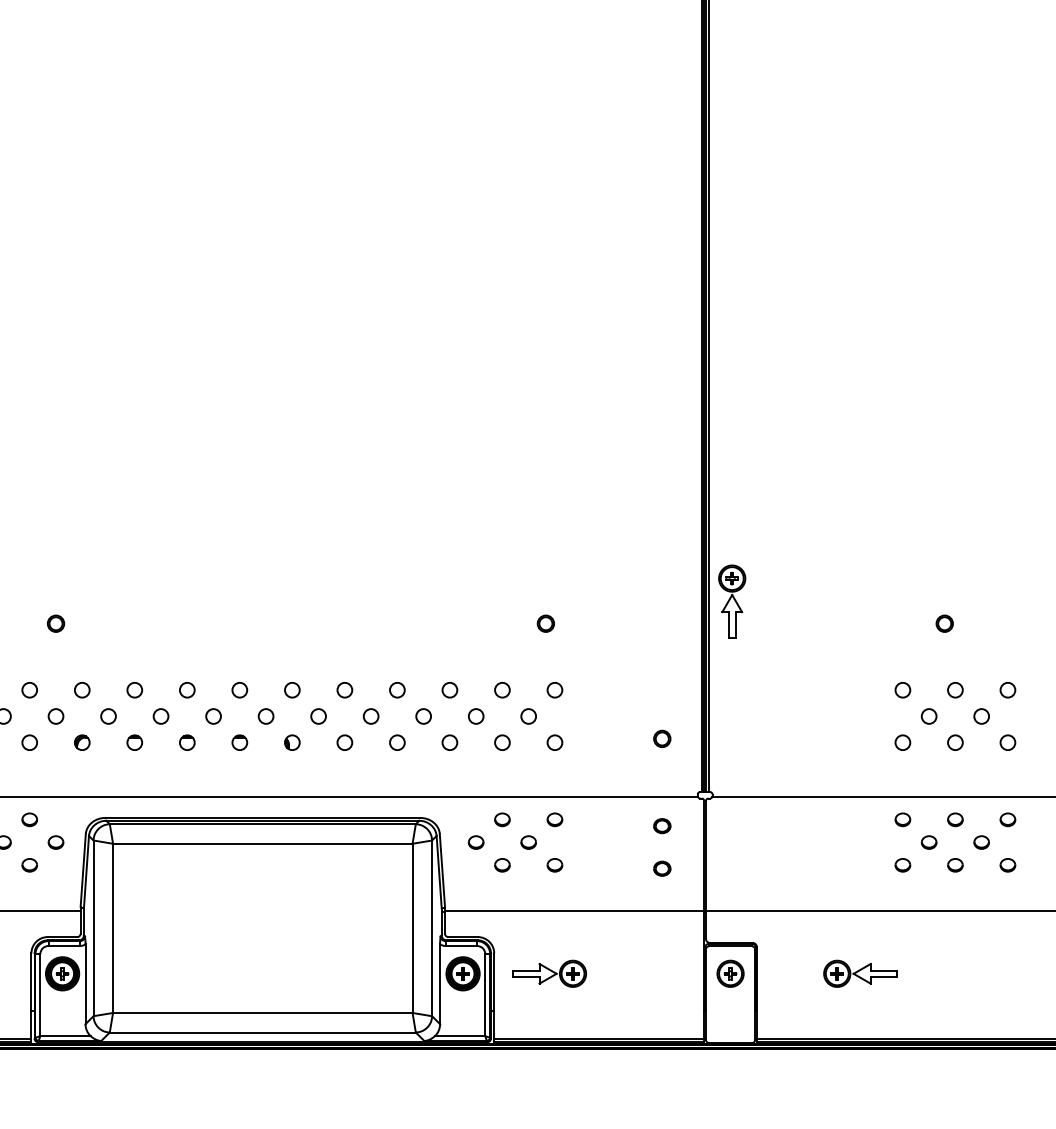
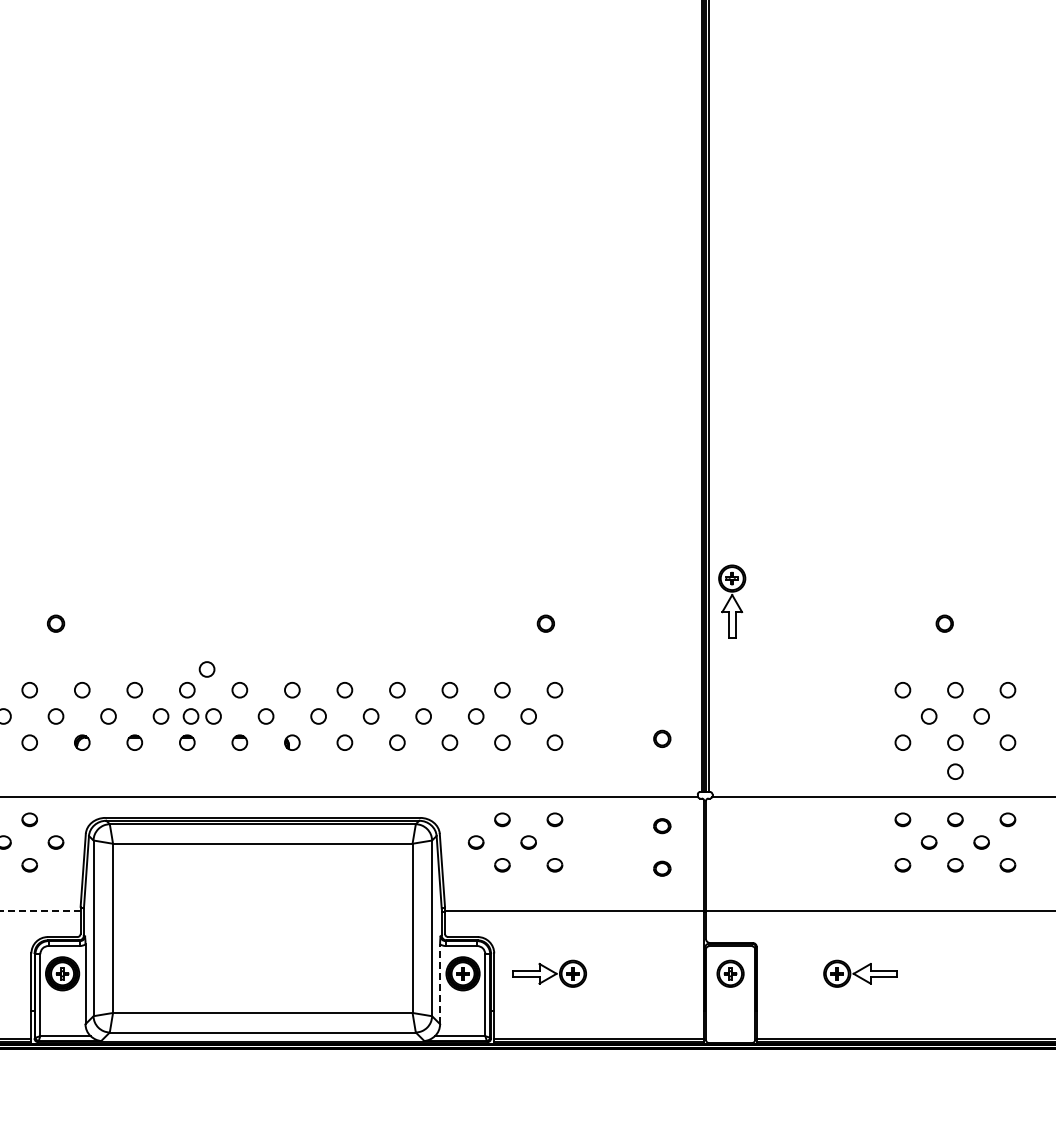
circle at (206, 669): none -> present
circle at (190, 716): none -> present
circle at (955, 771): none -> present
line at (40, 910): solid -> dashed
line at (440, 984): solid -> dashed
